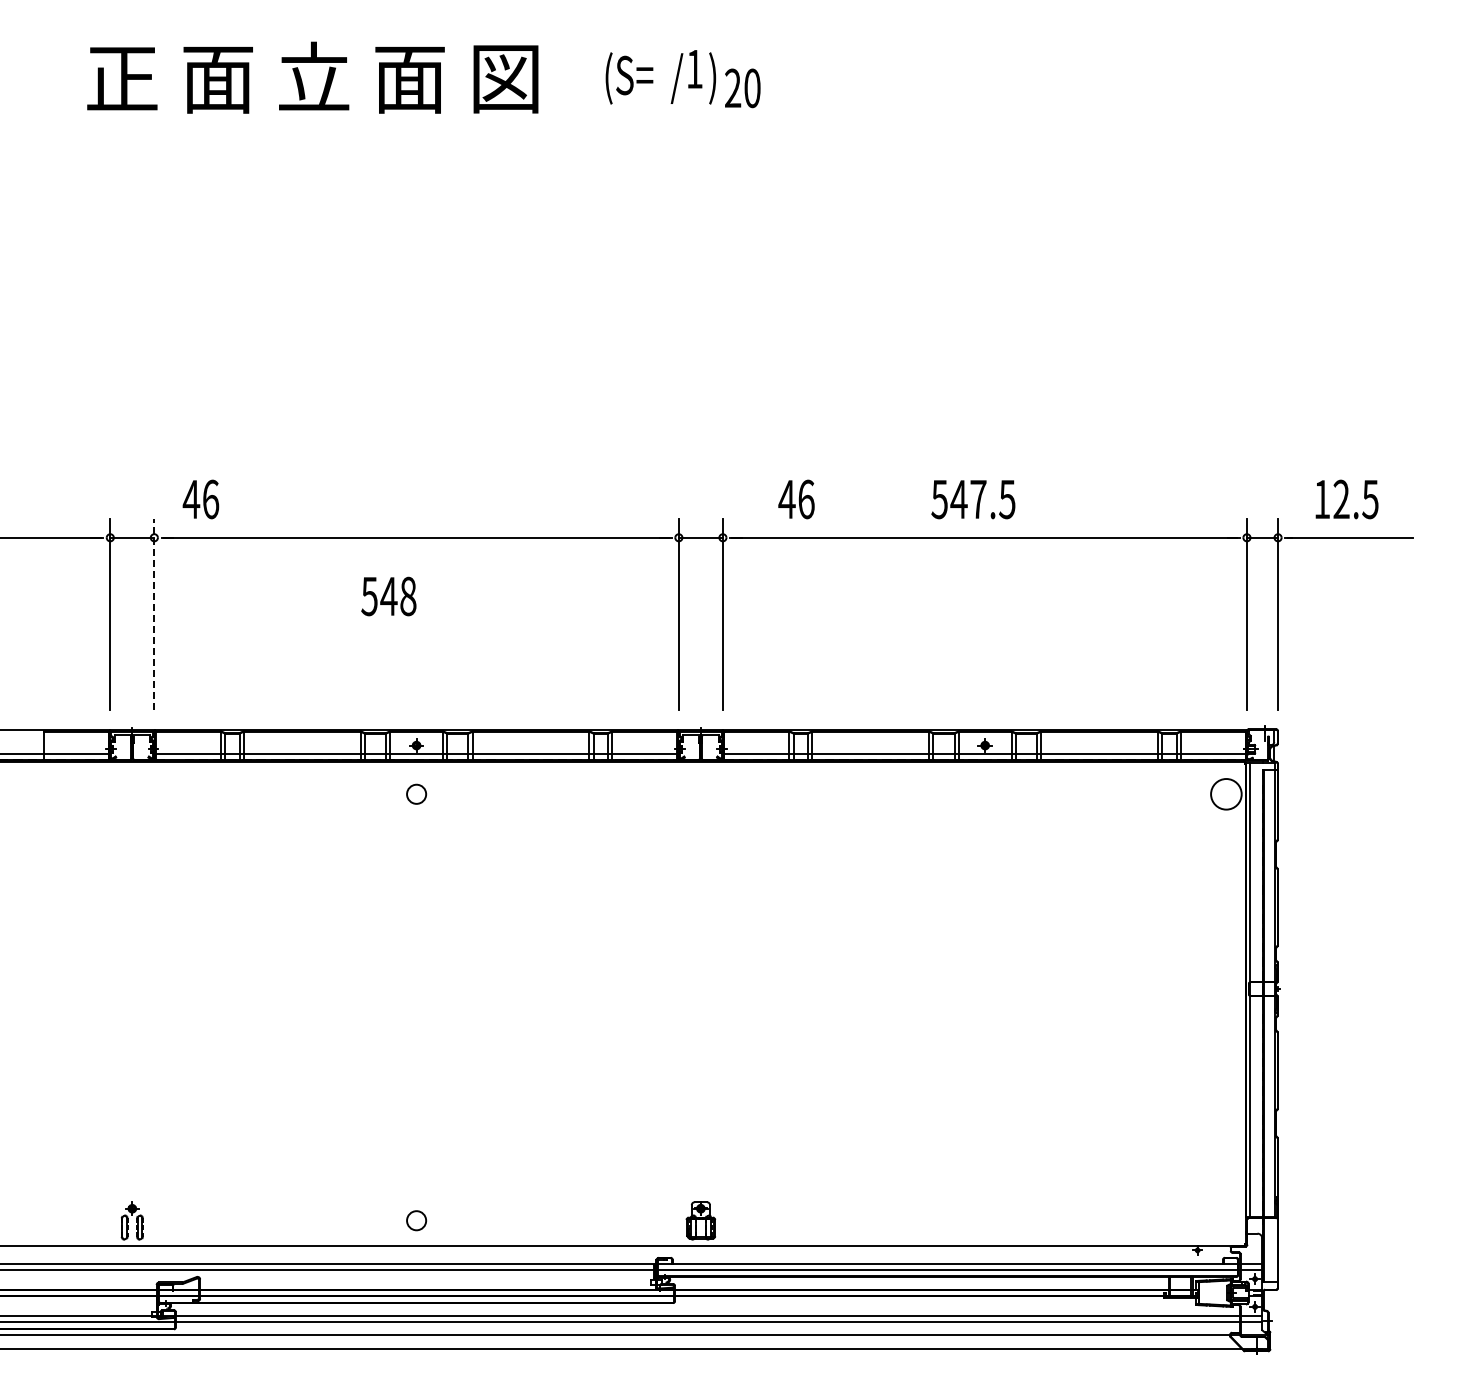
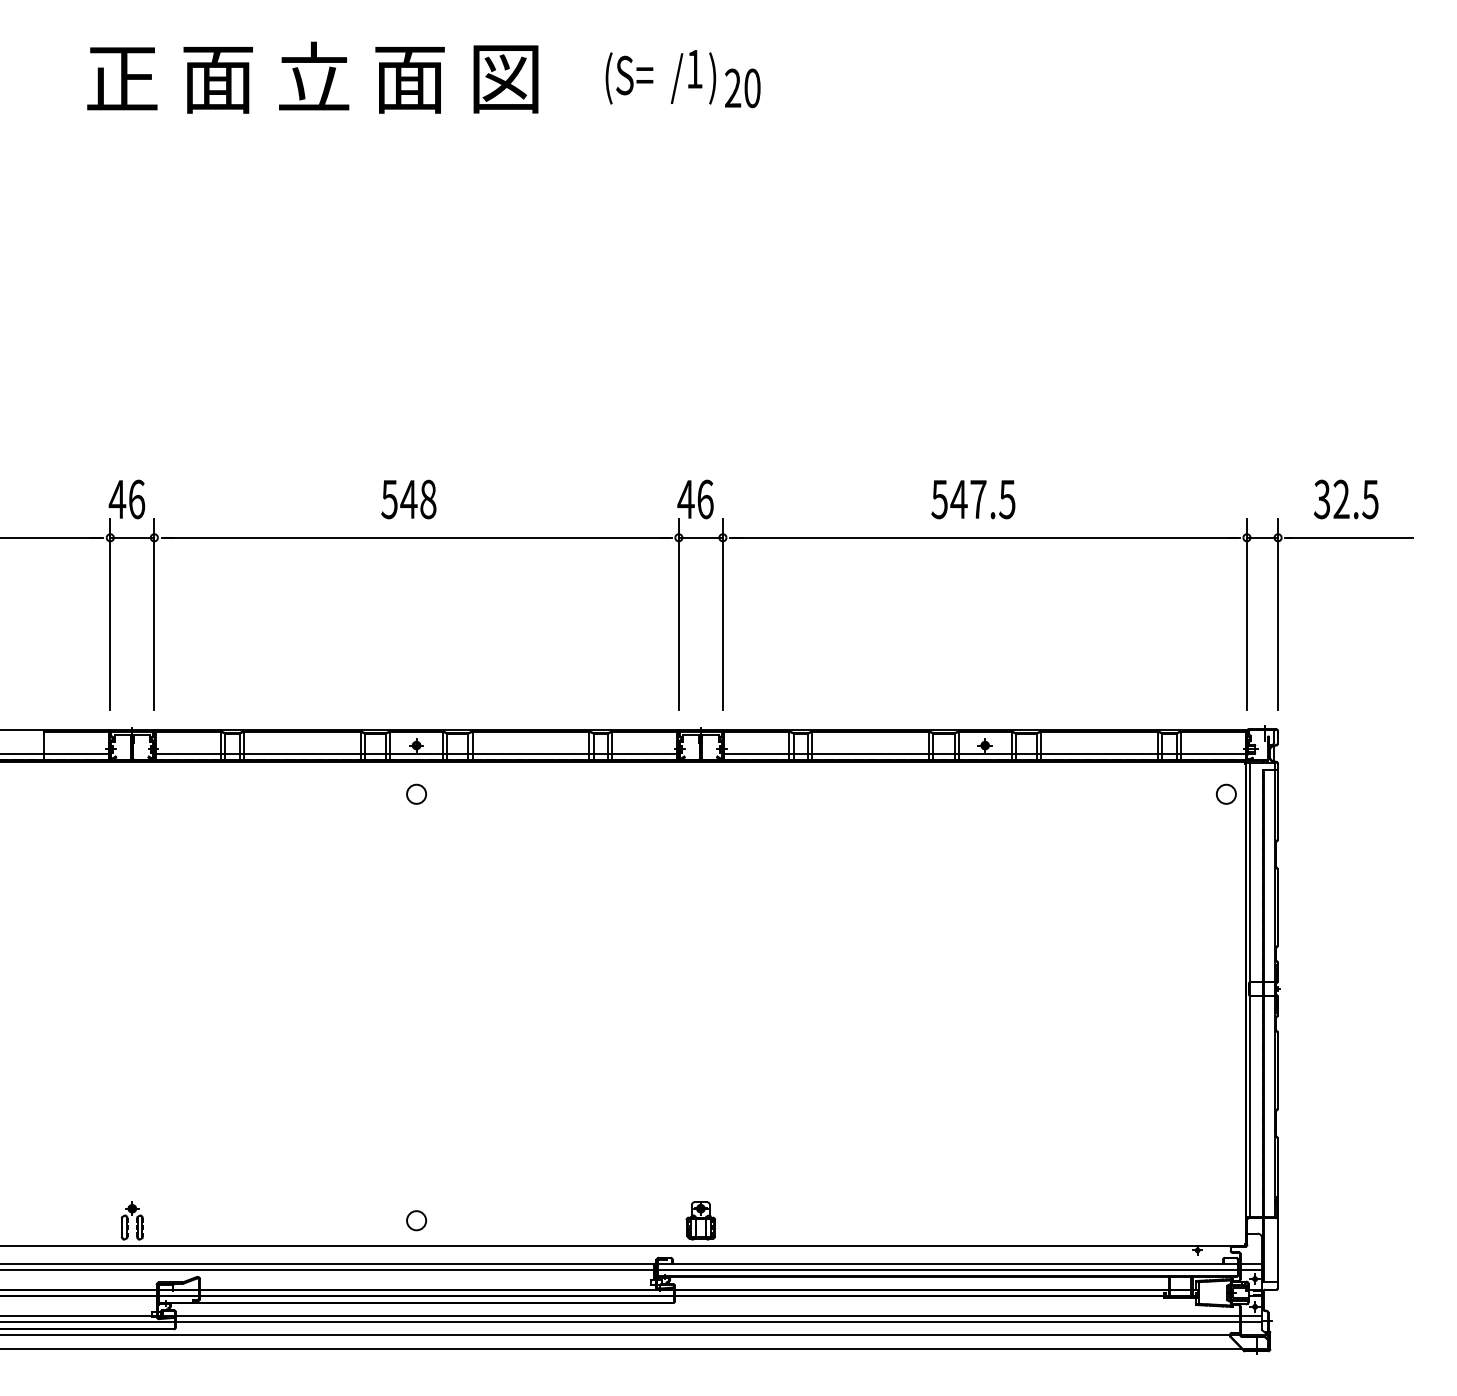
text at (200, 499) position: (200, 499) -> (126, 499)
text at (796, 499) position: (796, 499) -> (695, 499)
text at (1321, 499): 12.5 -> 32.5
text at (388, 596) position: (388, 596) -> (408, 499)
line at (154, 614): dashed -> solid
circle at (1226, 794) diameter: 31 px -> 19 px
